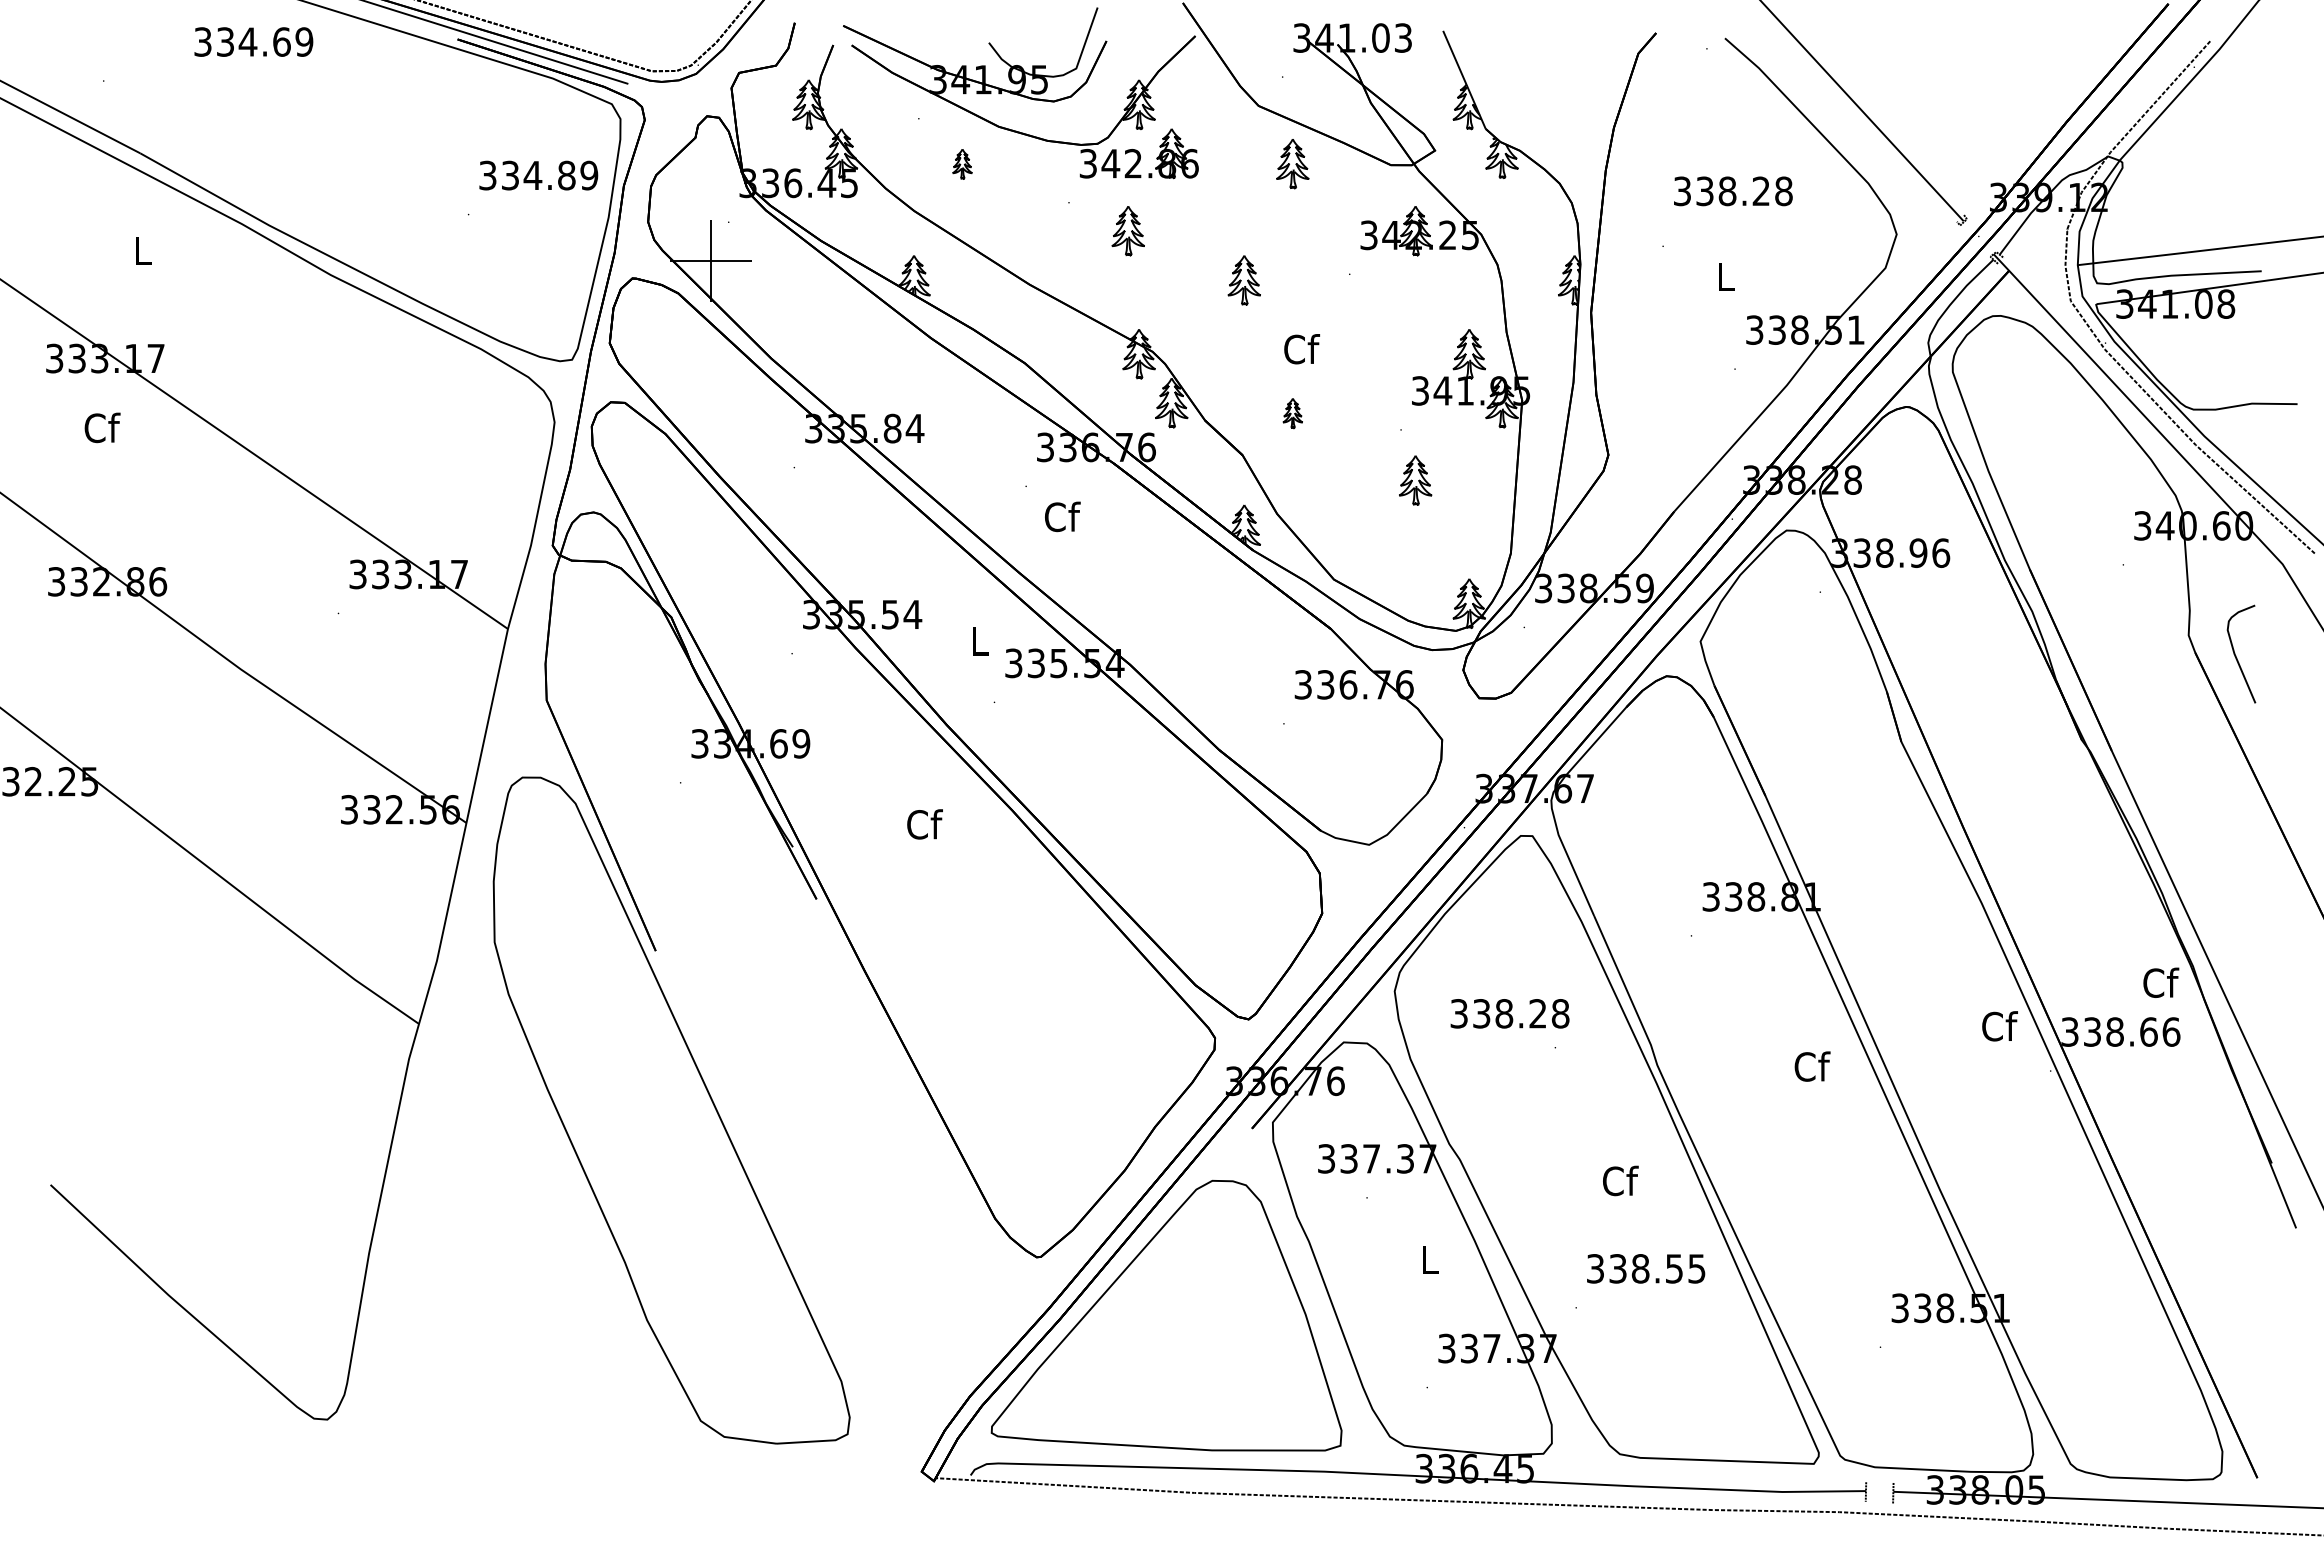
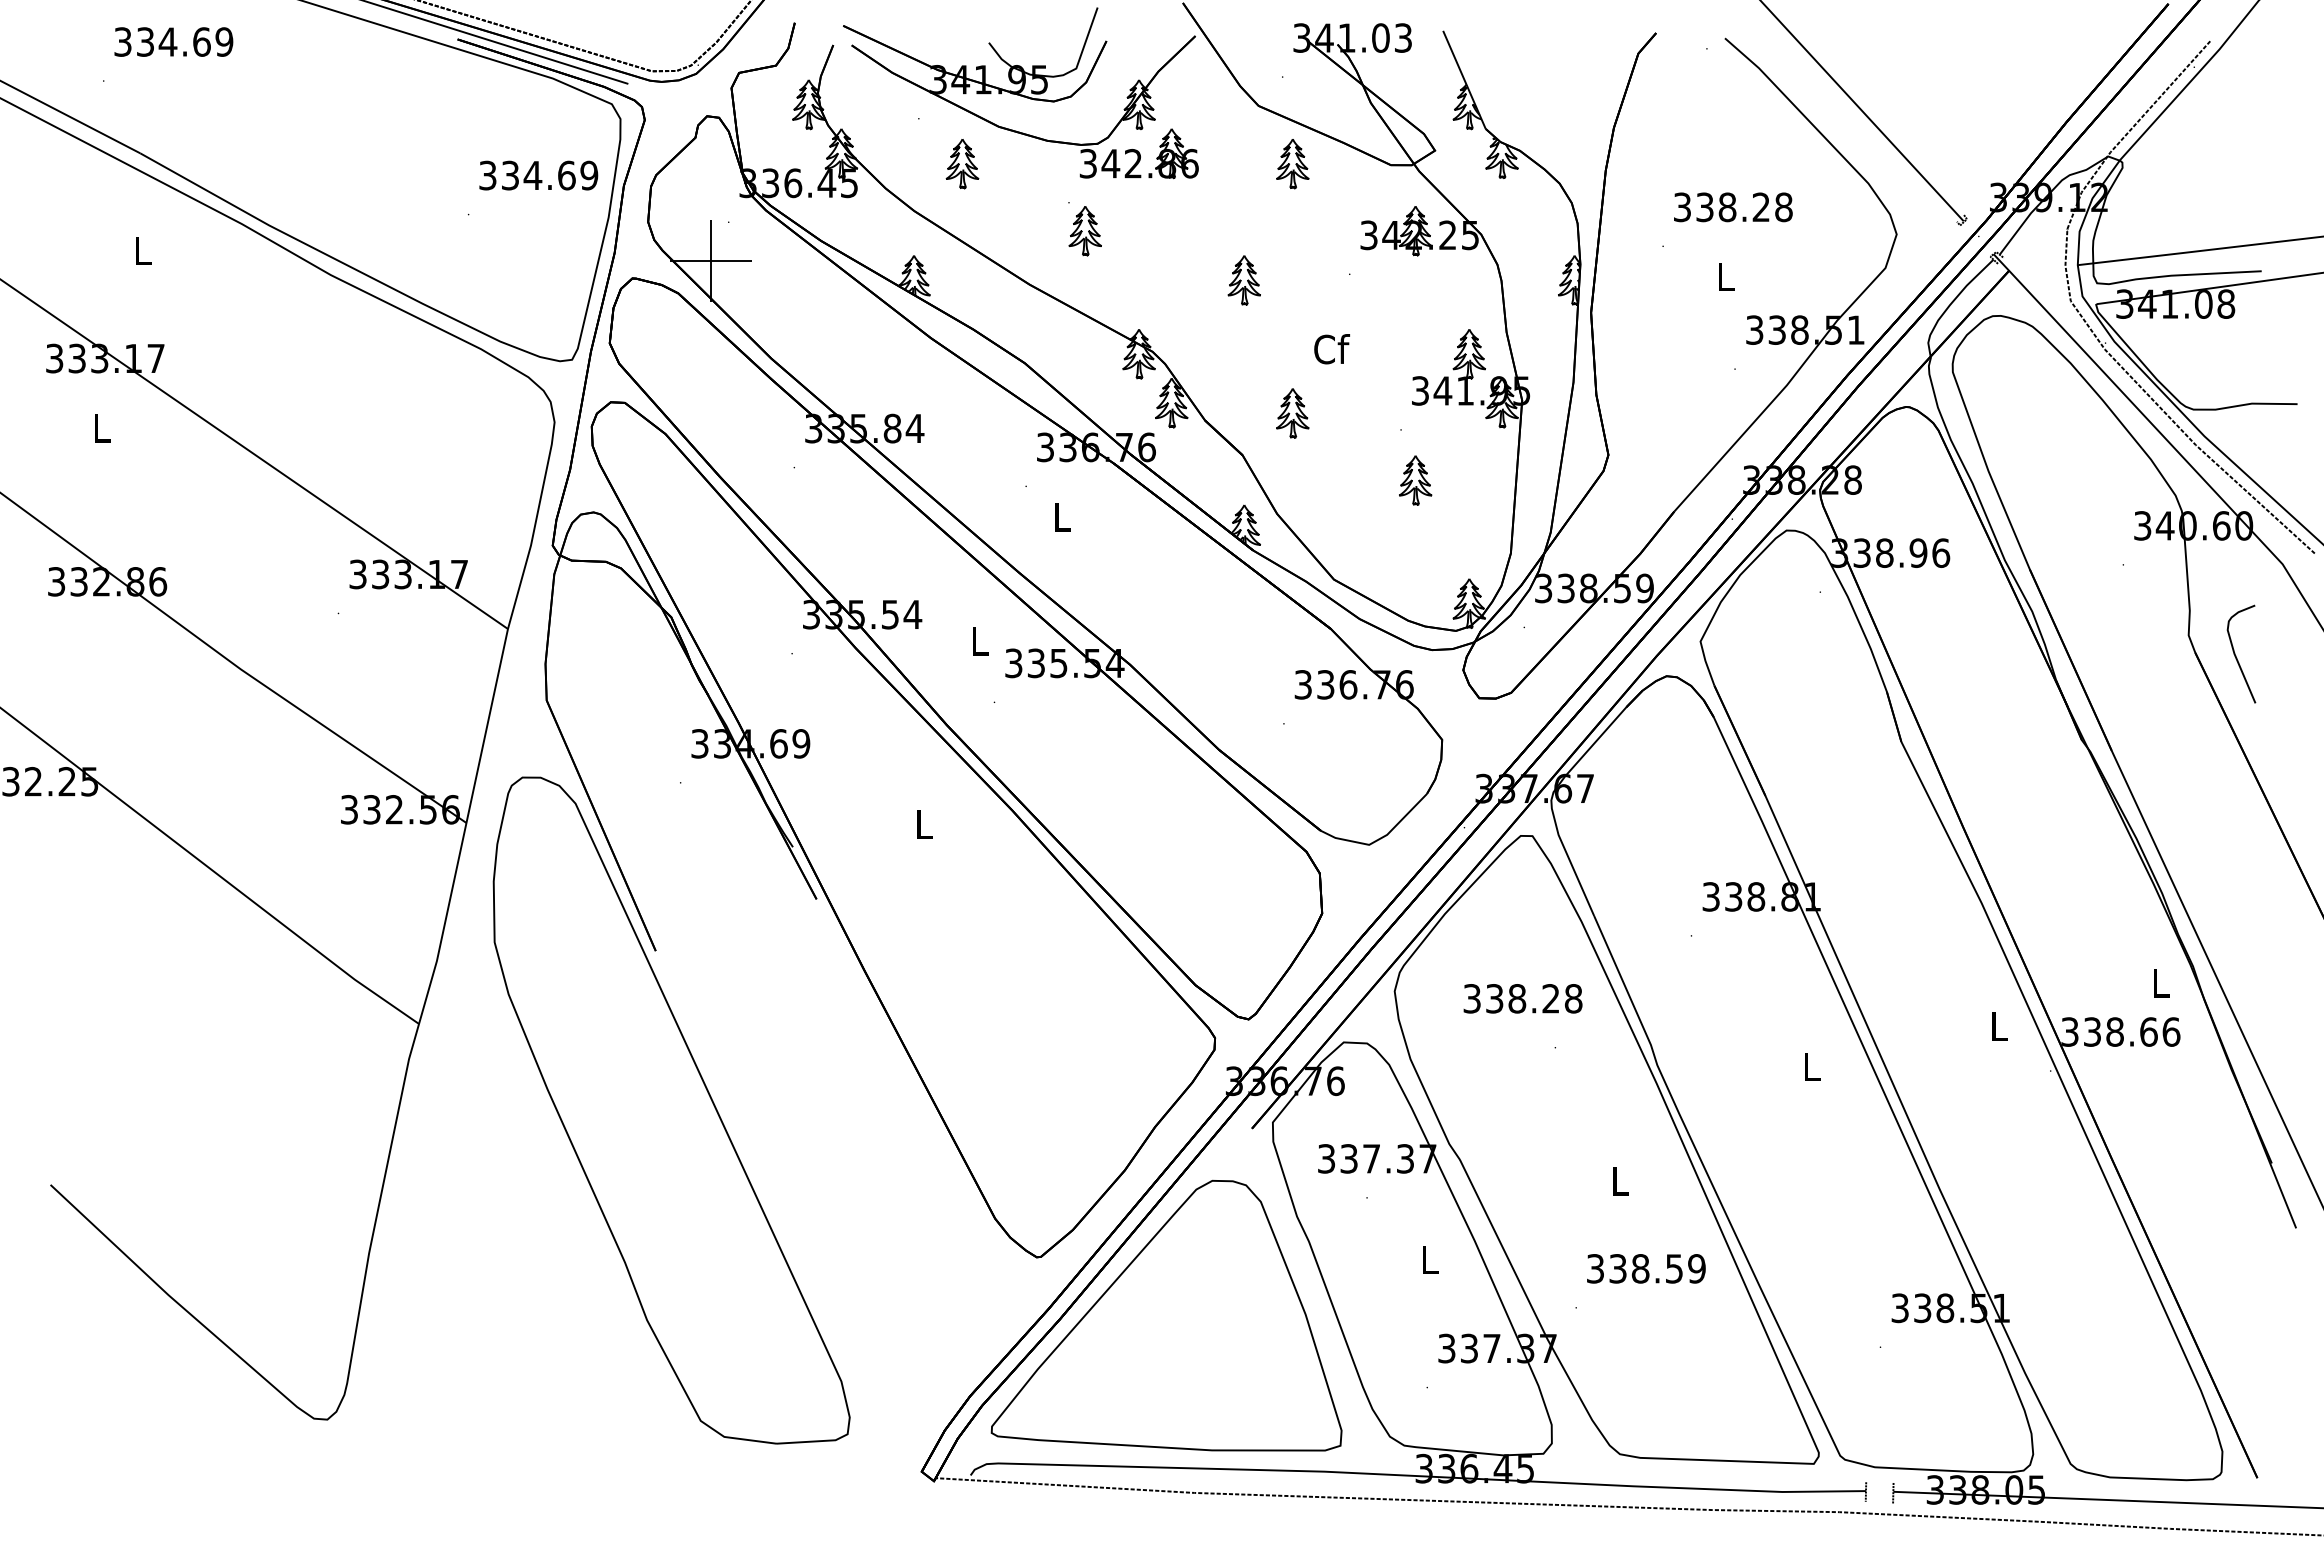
text at (253, 41) position: (253, 41) -> (173, 41)
part at (962, 164) size: 21x31 px -> 35x51 px
text at (566, 175): 334.89 -> 334.69
text at (1733, 191) position: (1733, 191) -> (1733, 207)
part at (1127, 231) position: (1127, 231) -> (1084, 231)
text at (1301, 349) position: (1301, 349) -> (1331, 349)
part at (1292, 413) size: 21x32 px -> 34x51 px
text at (102, 427): Cf -> L
text at (1062, 516): Cf -> L
text at (924, 824): Cf -> L
text at (2161, 982): Cf -> L
text at (1509, 1013) position: (1509, 1013) -> (1522, 998)
text at (1999, 1026): Cf -> L
text at (1812, 1066): Cf -> L
text at (1620, 1180): Cf -> L
text at (1696, 1268): 338.55 -> 338.59
